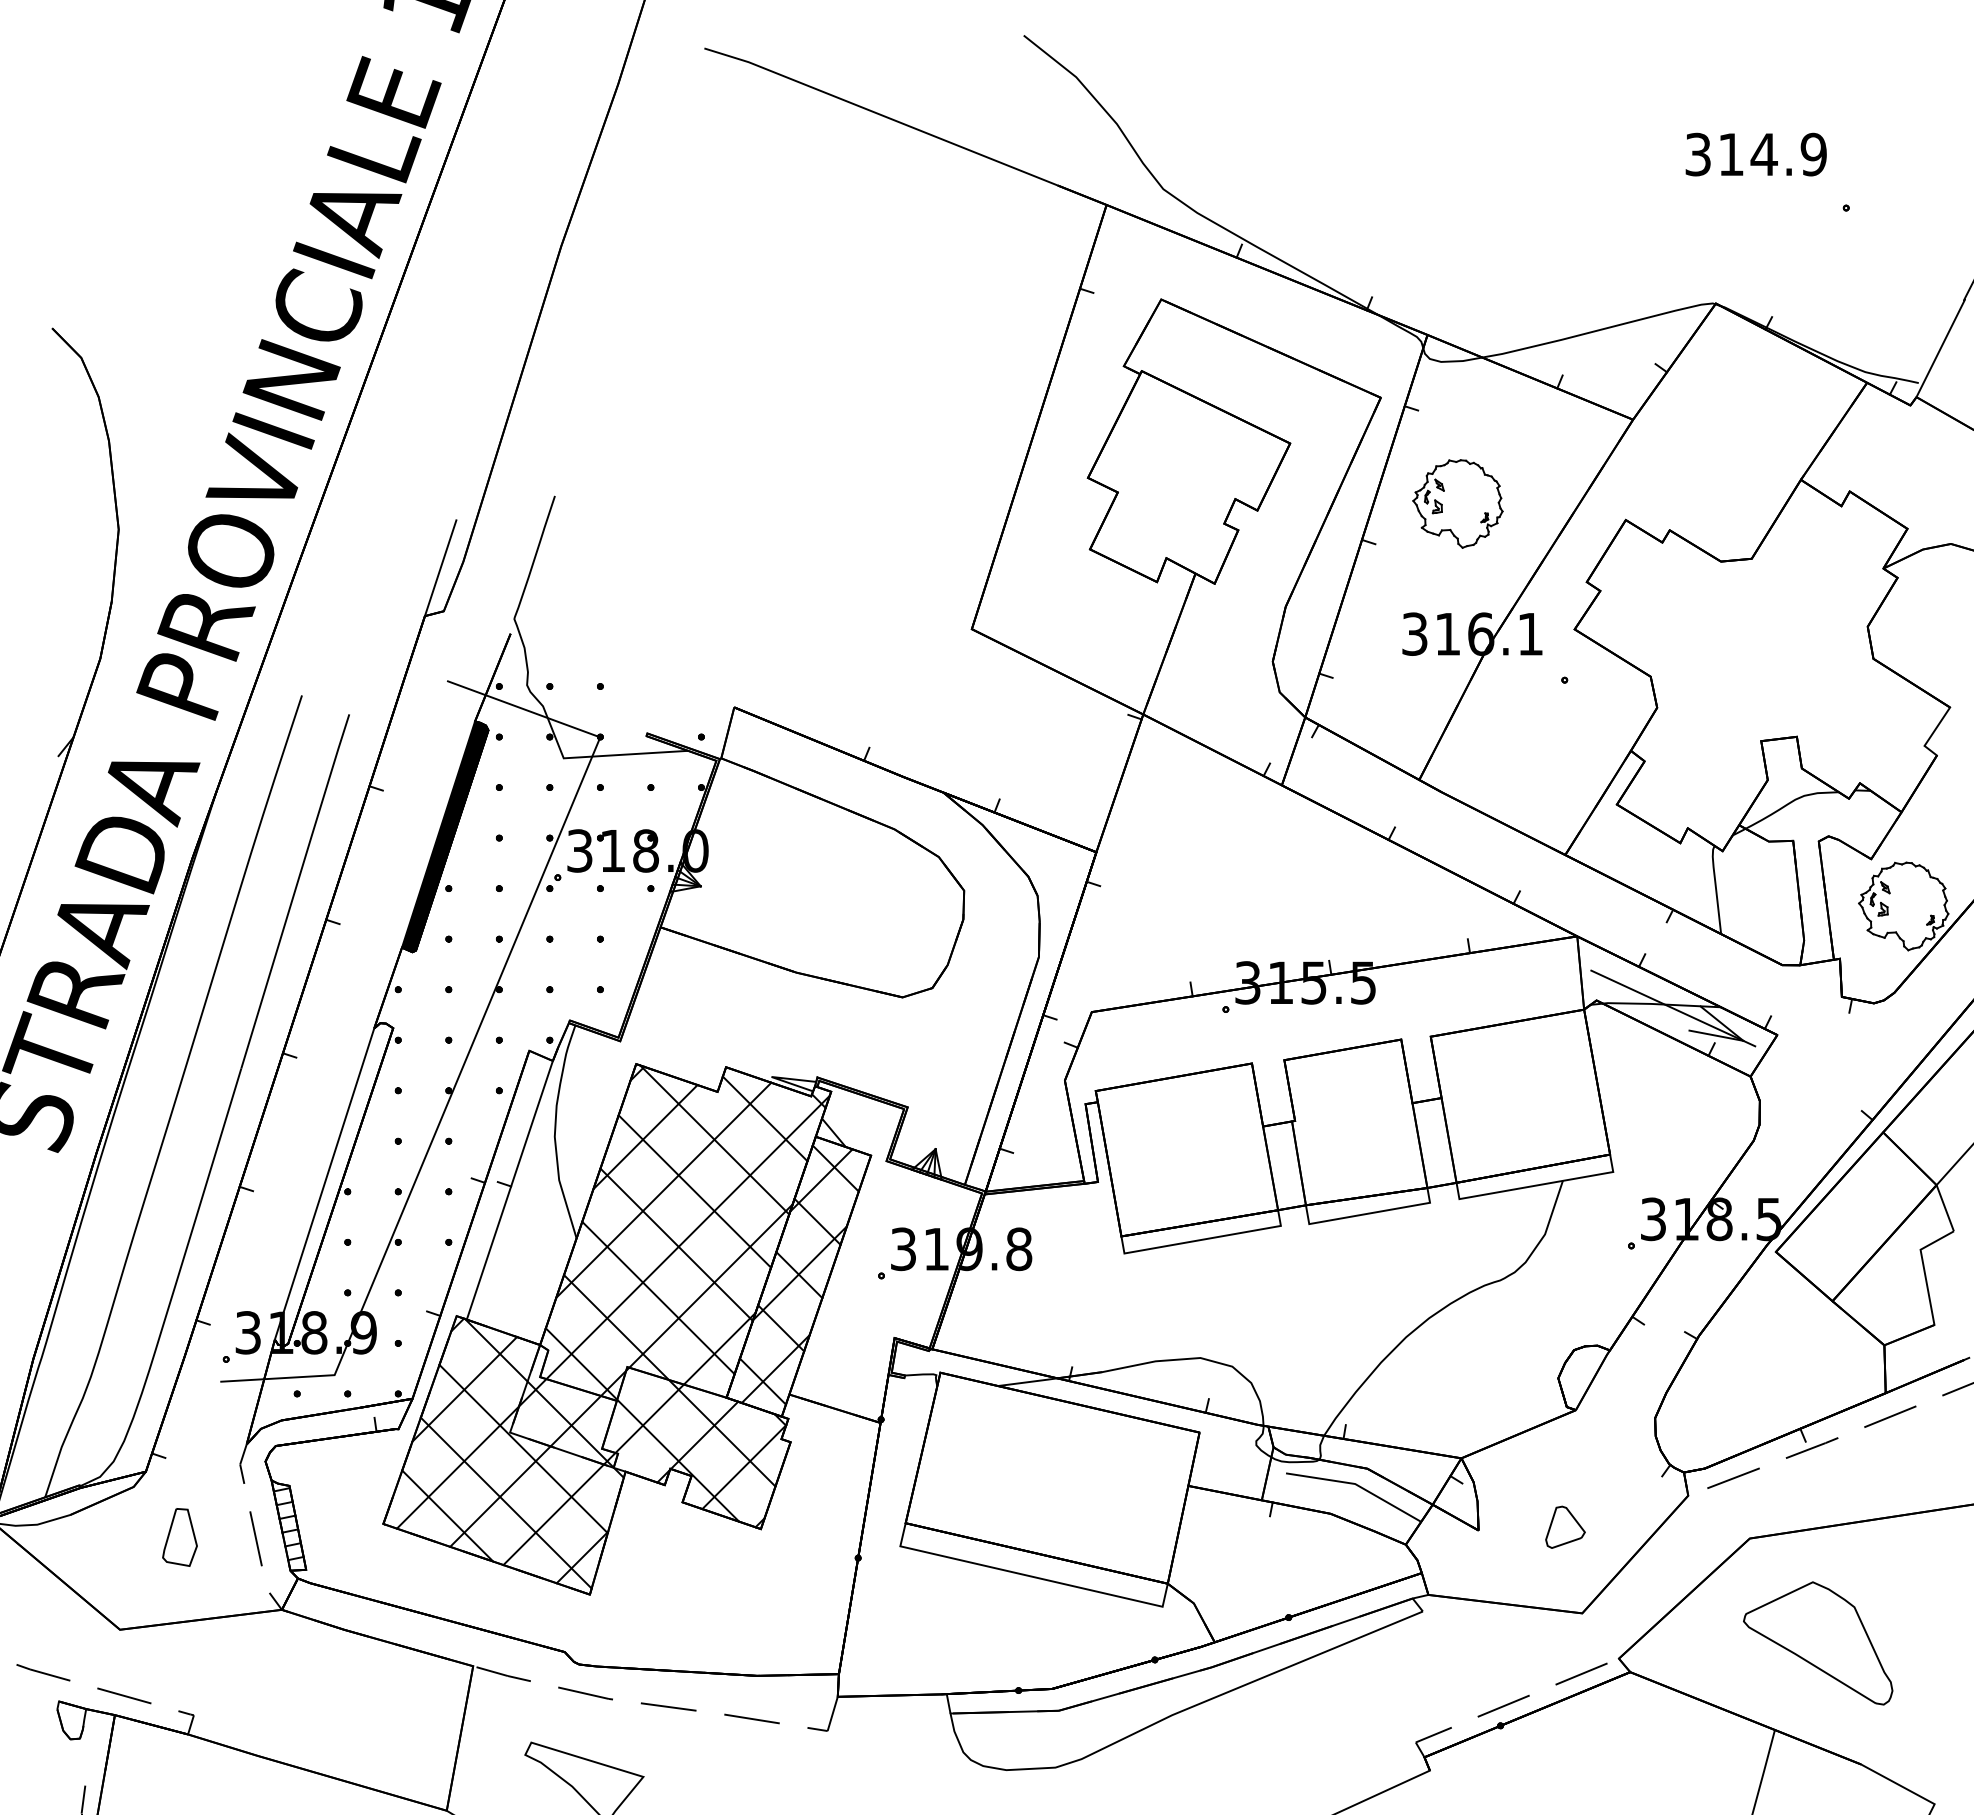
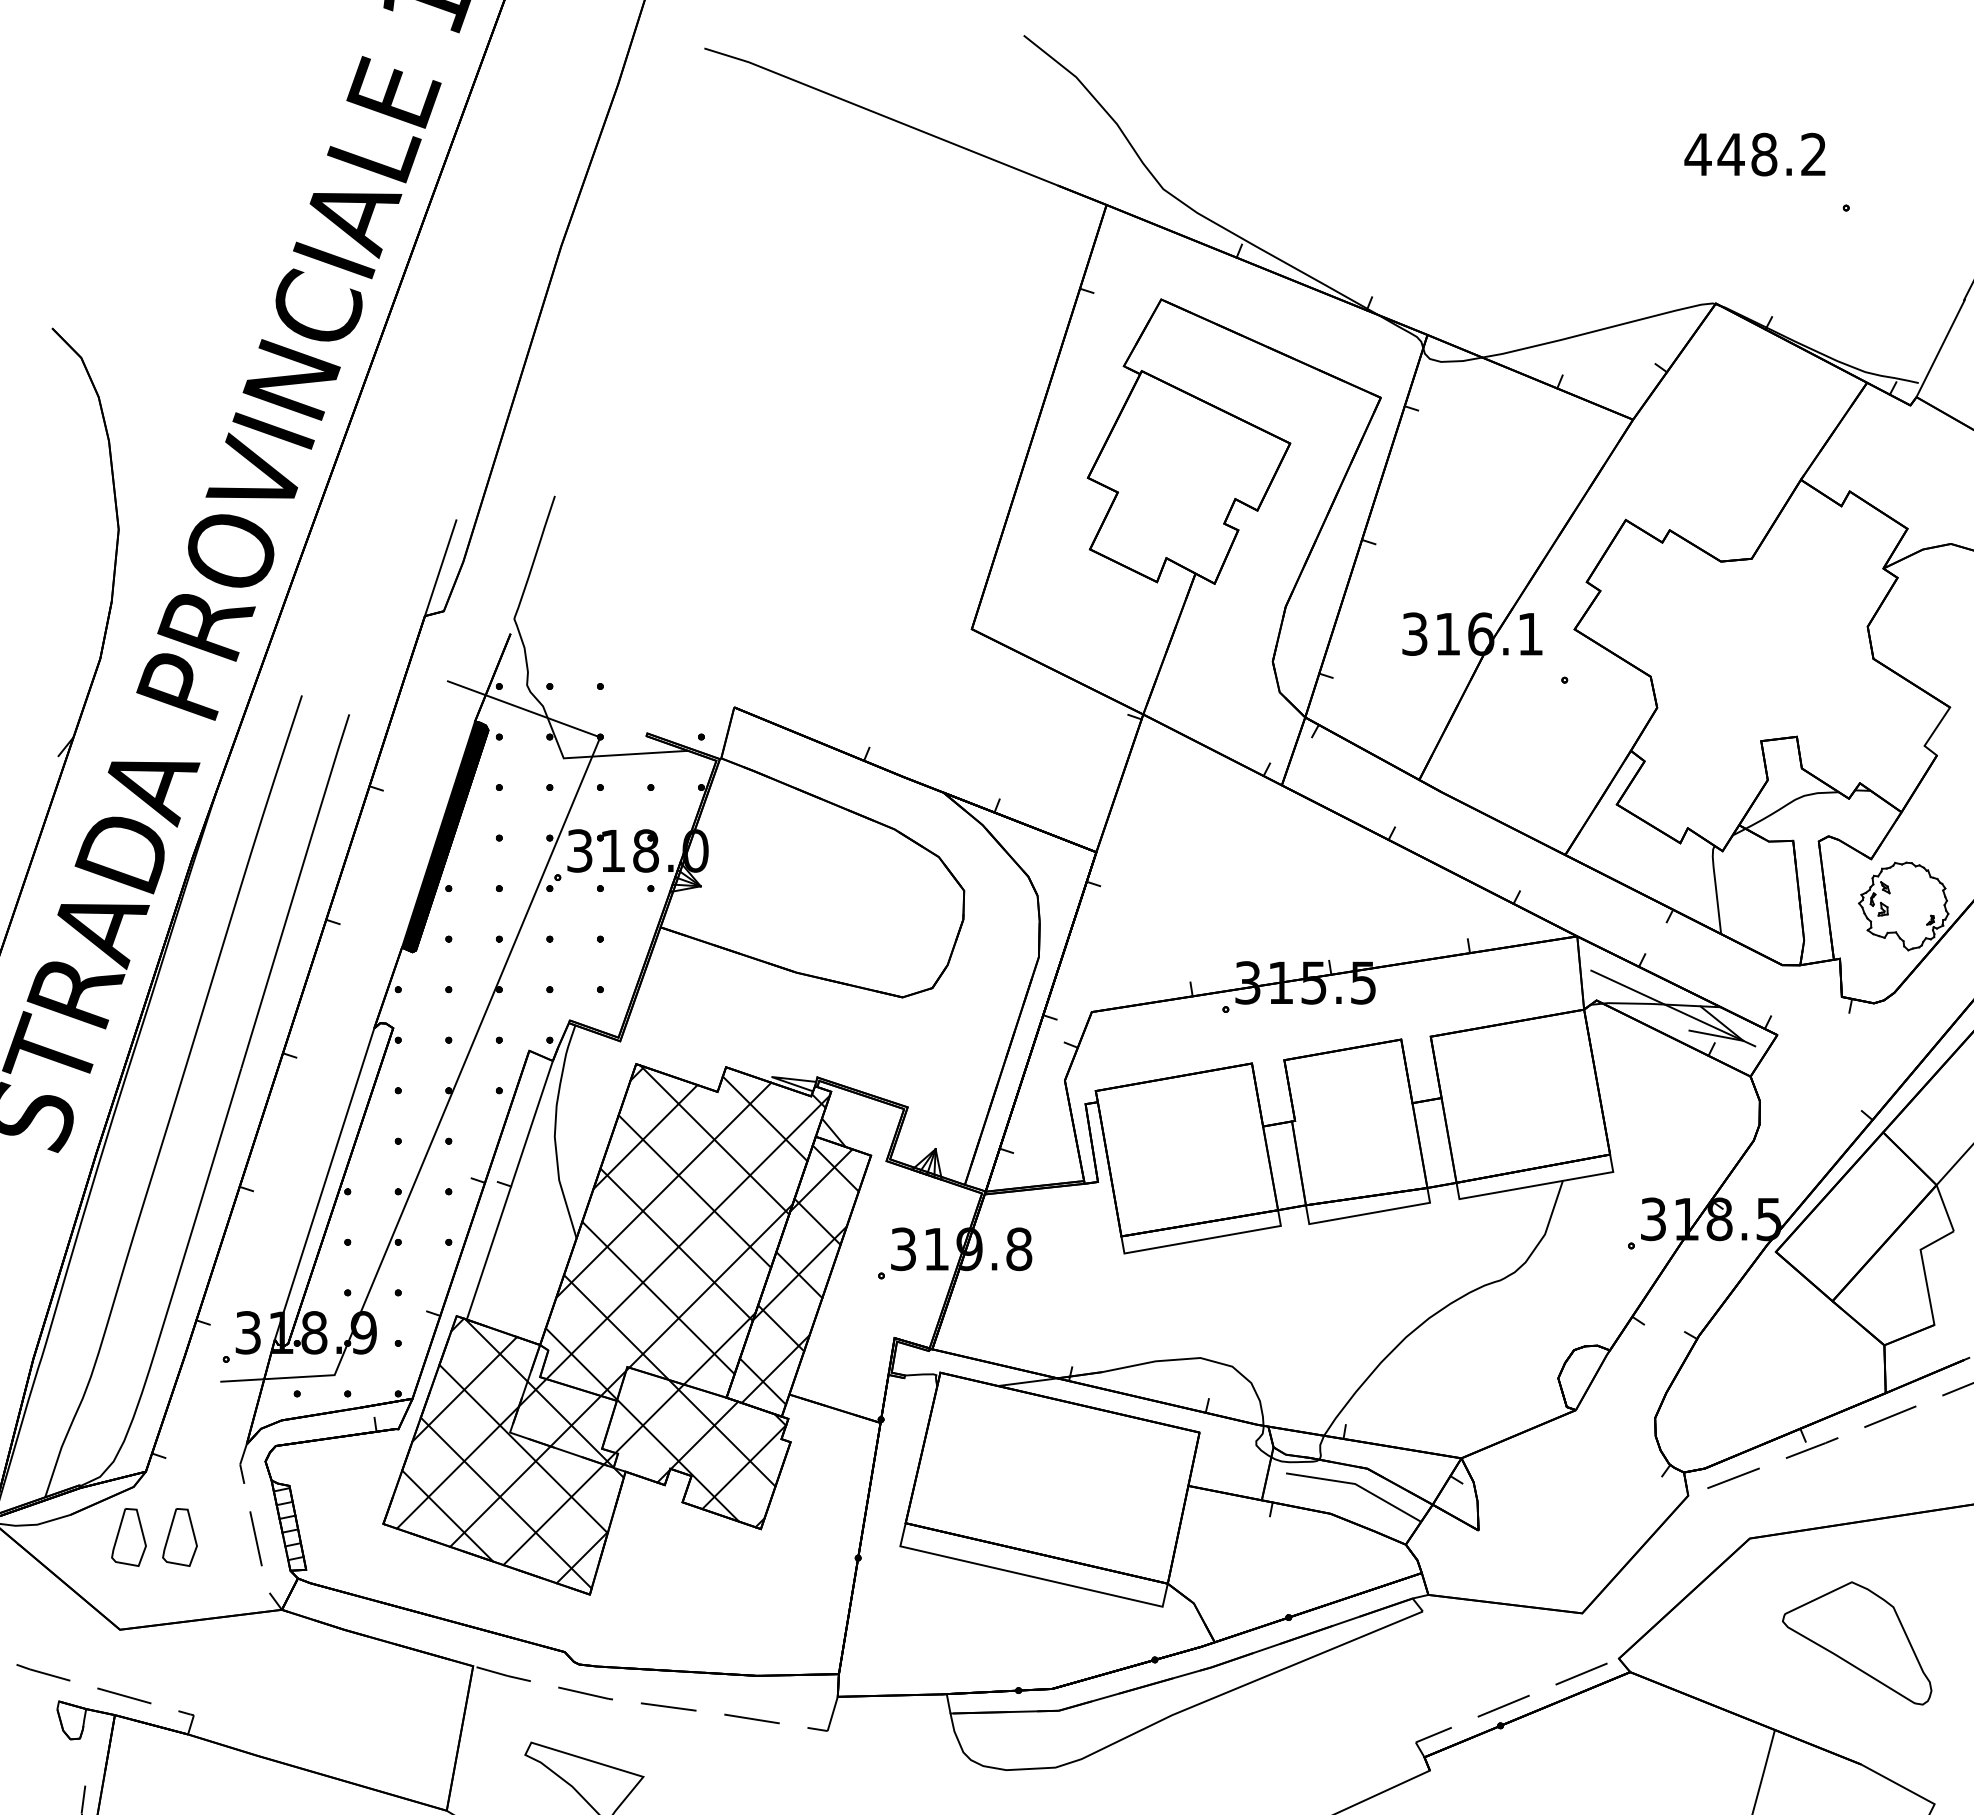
text at (1755, 154): 314.9 -> 448.2
part at (1457, 503): present -> none
part at (1565, 1526): present -> none
part at (128, 1537): none -> present
part at (1818, 1643) position: (1818, 1643) -> (1857, 1643)
